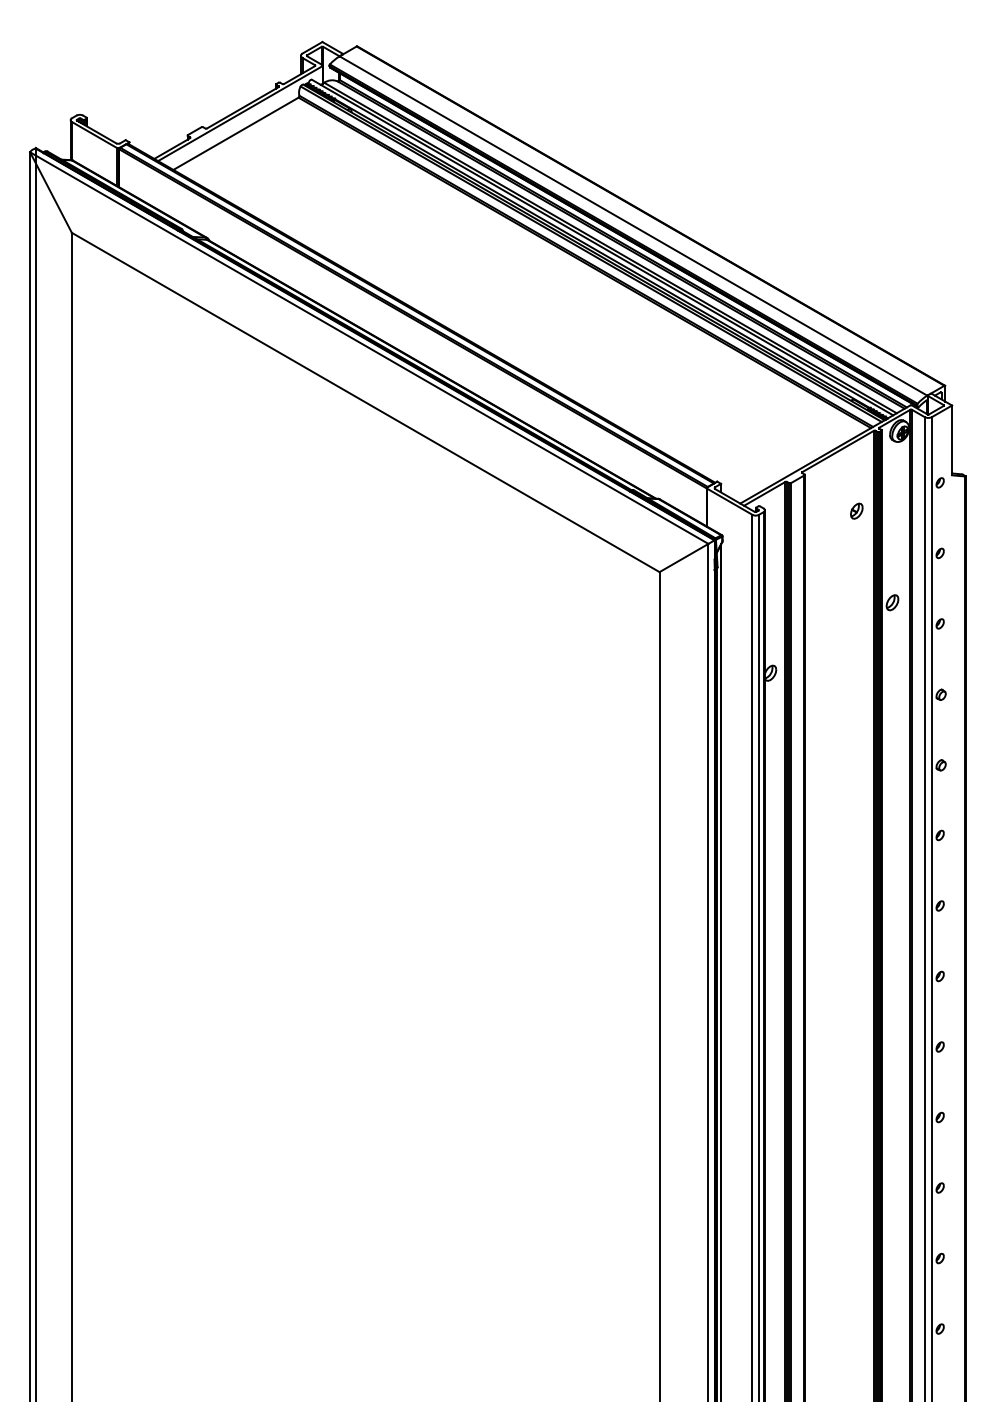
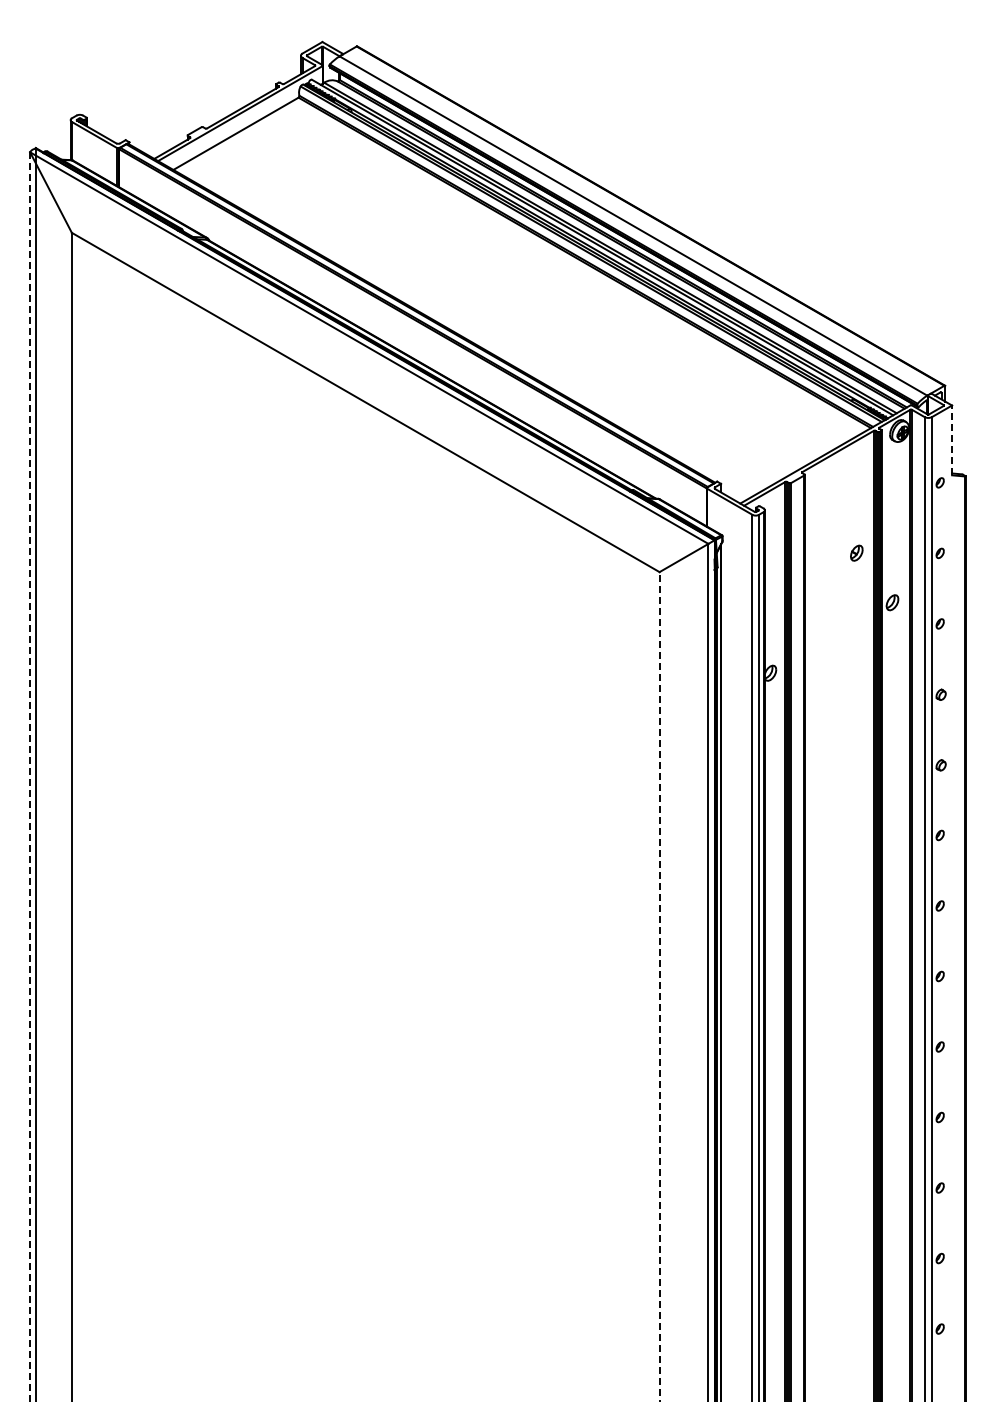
line at (952, 440): solid -> dashed
part at (856, 510) position: (856, 510) -> (856, 552)
line at (30, 777): solid -> dashed
line at (659, 986): solid -> dashed
